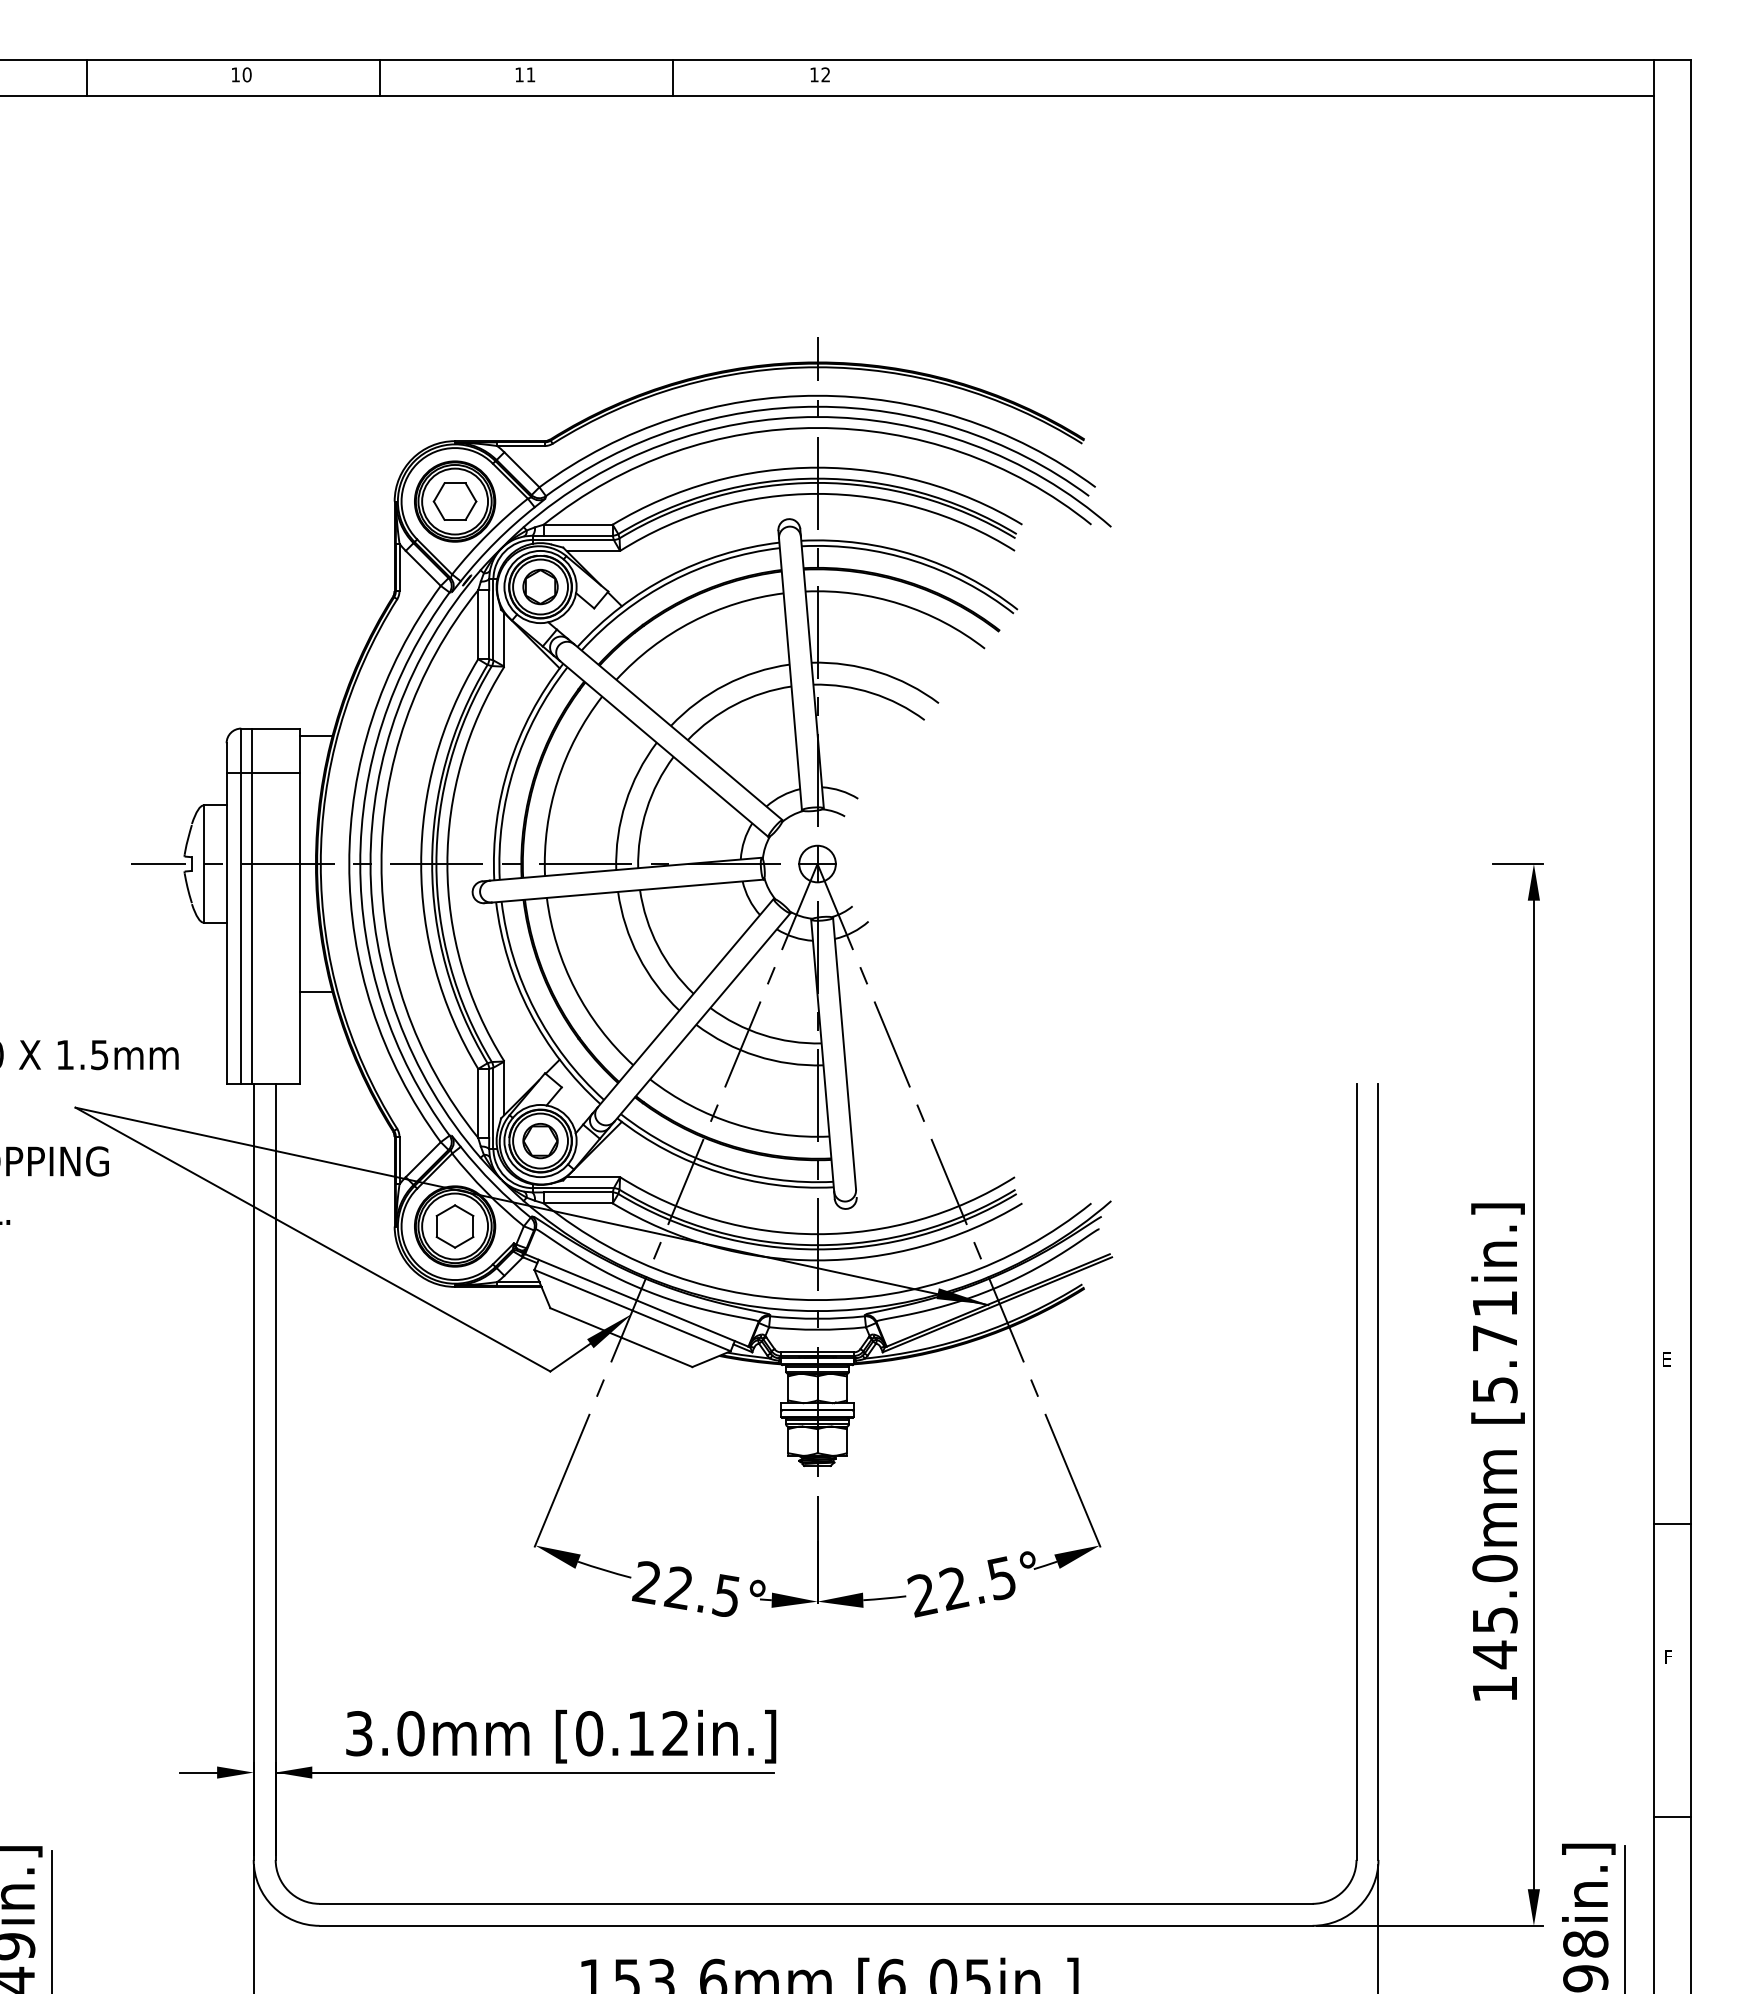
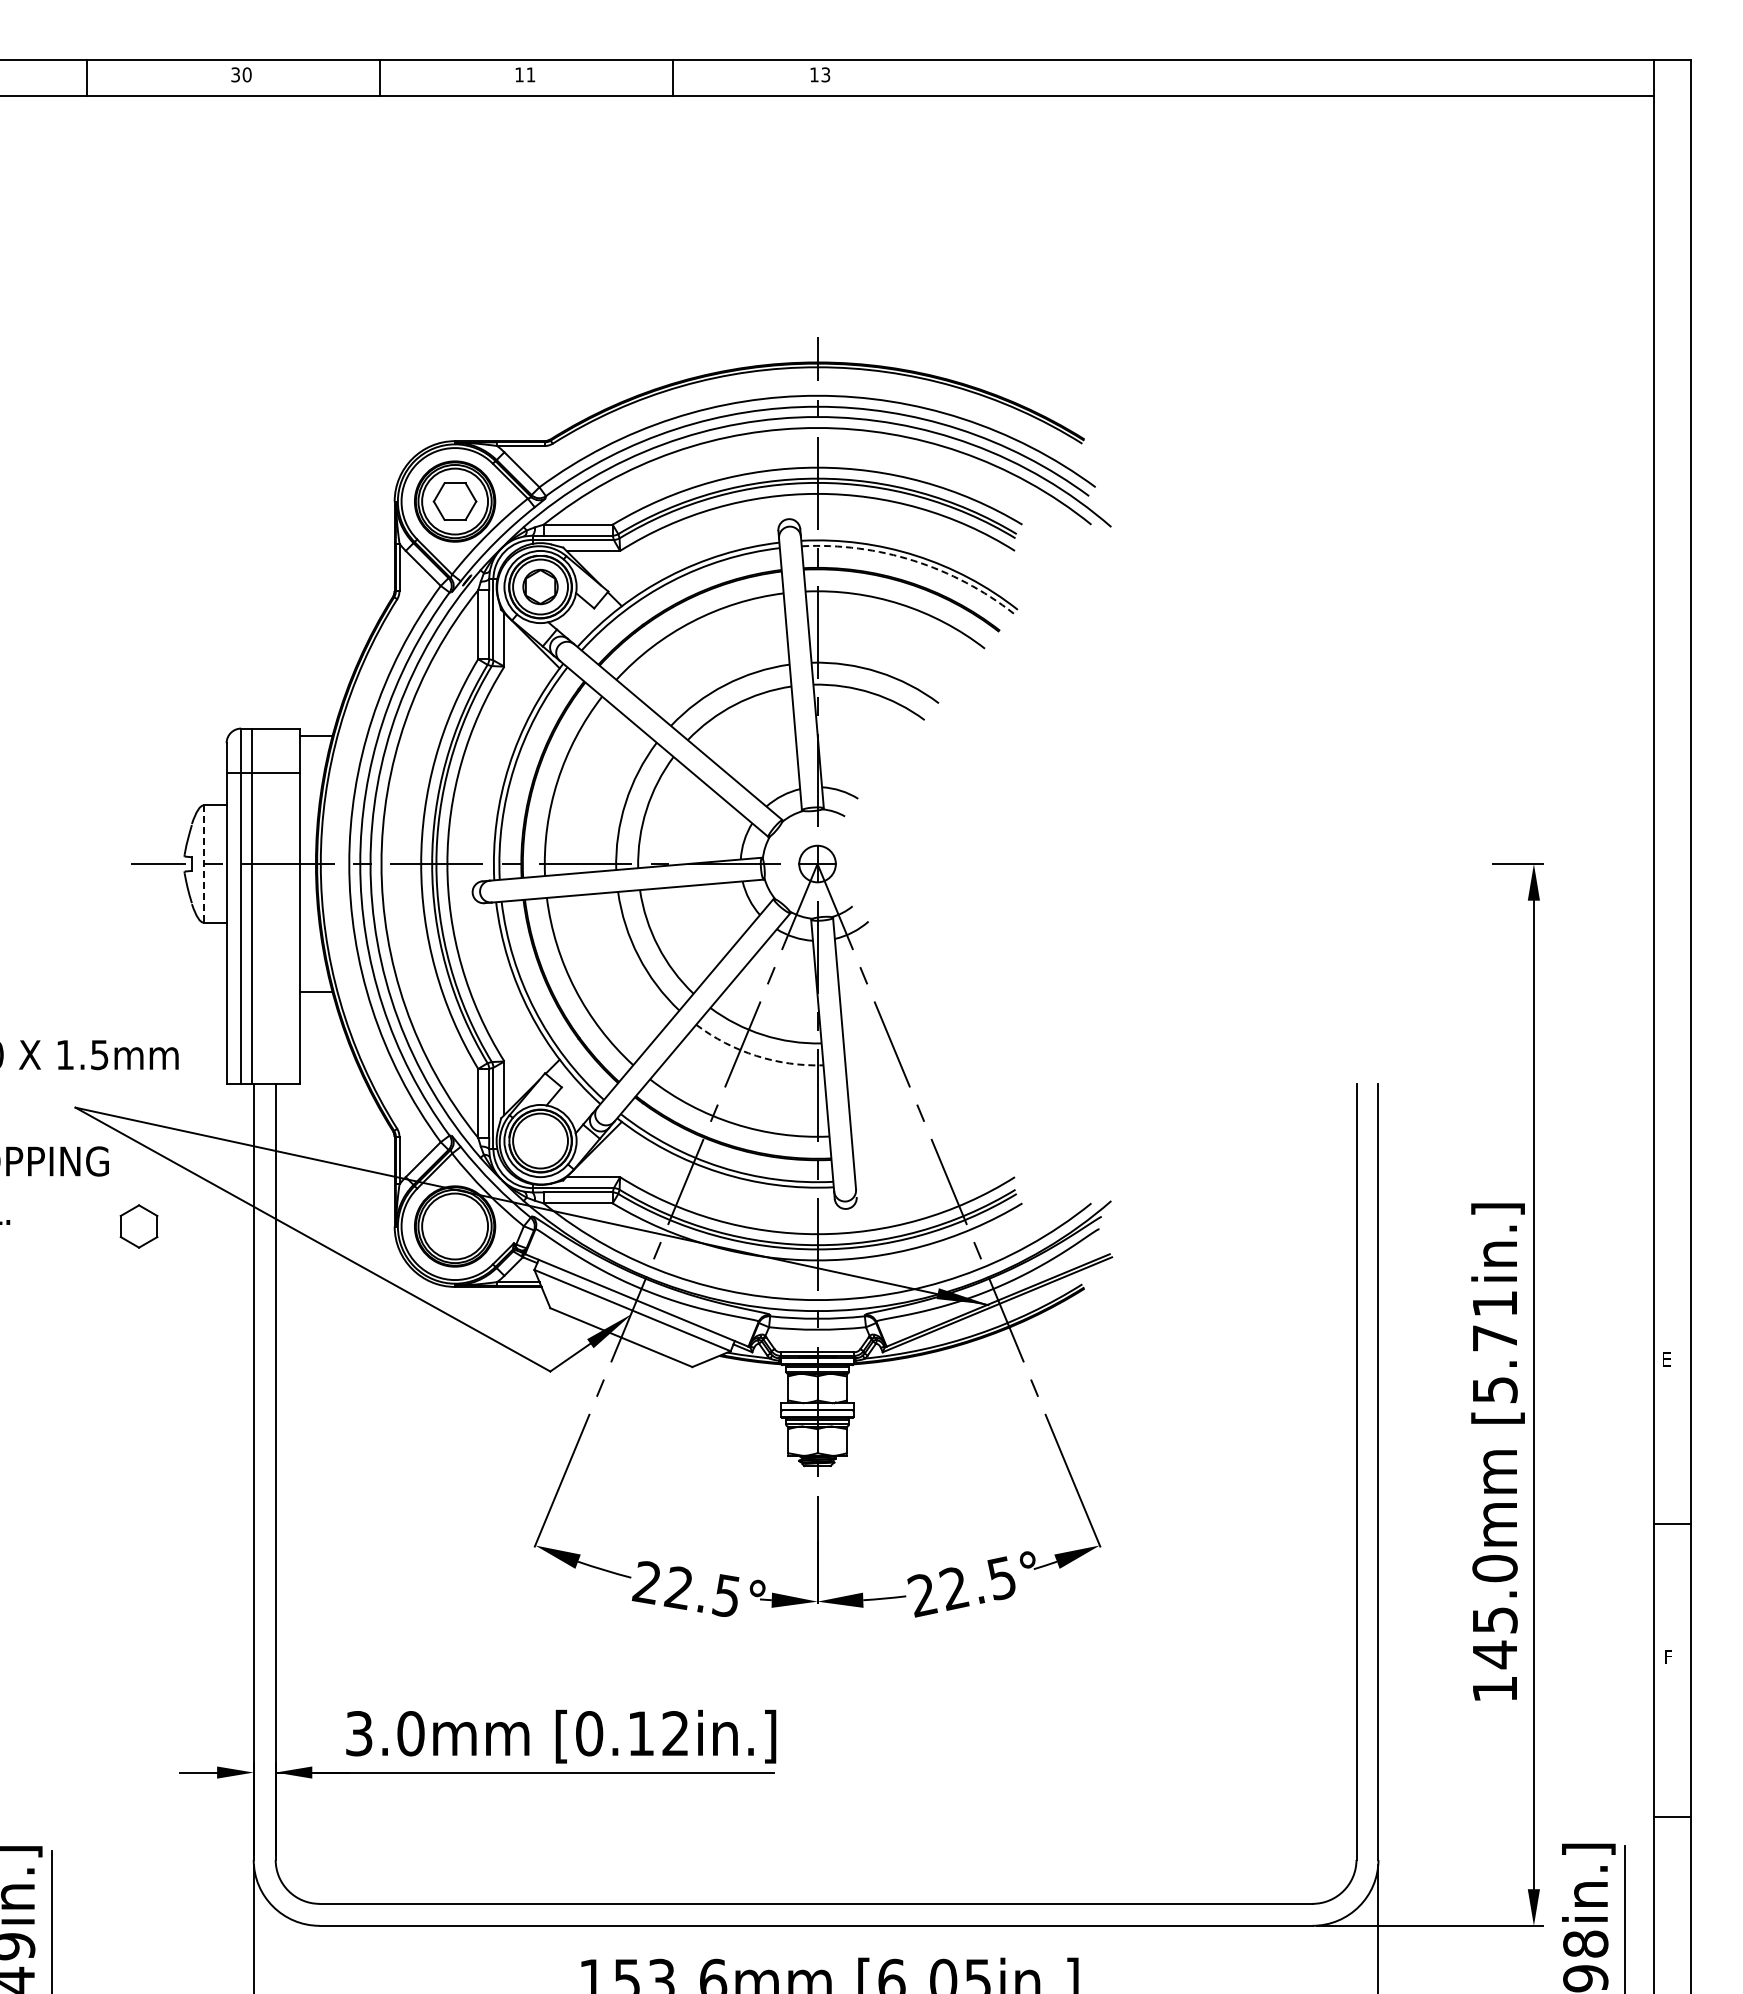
text at (235, 74): 10 -> 30
text at (825, 74): 12 -> 13
arc at (913, 560): solid -> dashed
line at (203, 864): solid -> dashed
arc at (756, 1055): solid -> dashed
part at (540, 1141): present -> none
part at (454, 1226) position: (454, 1226) -> (138, 1226)
